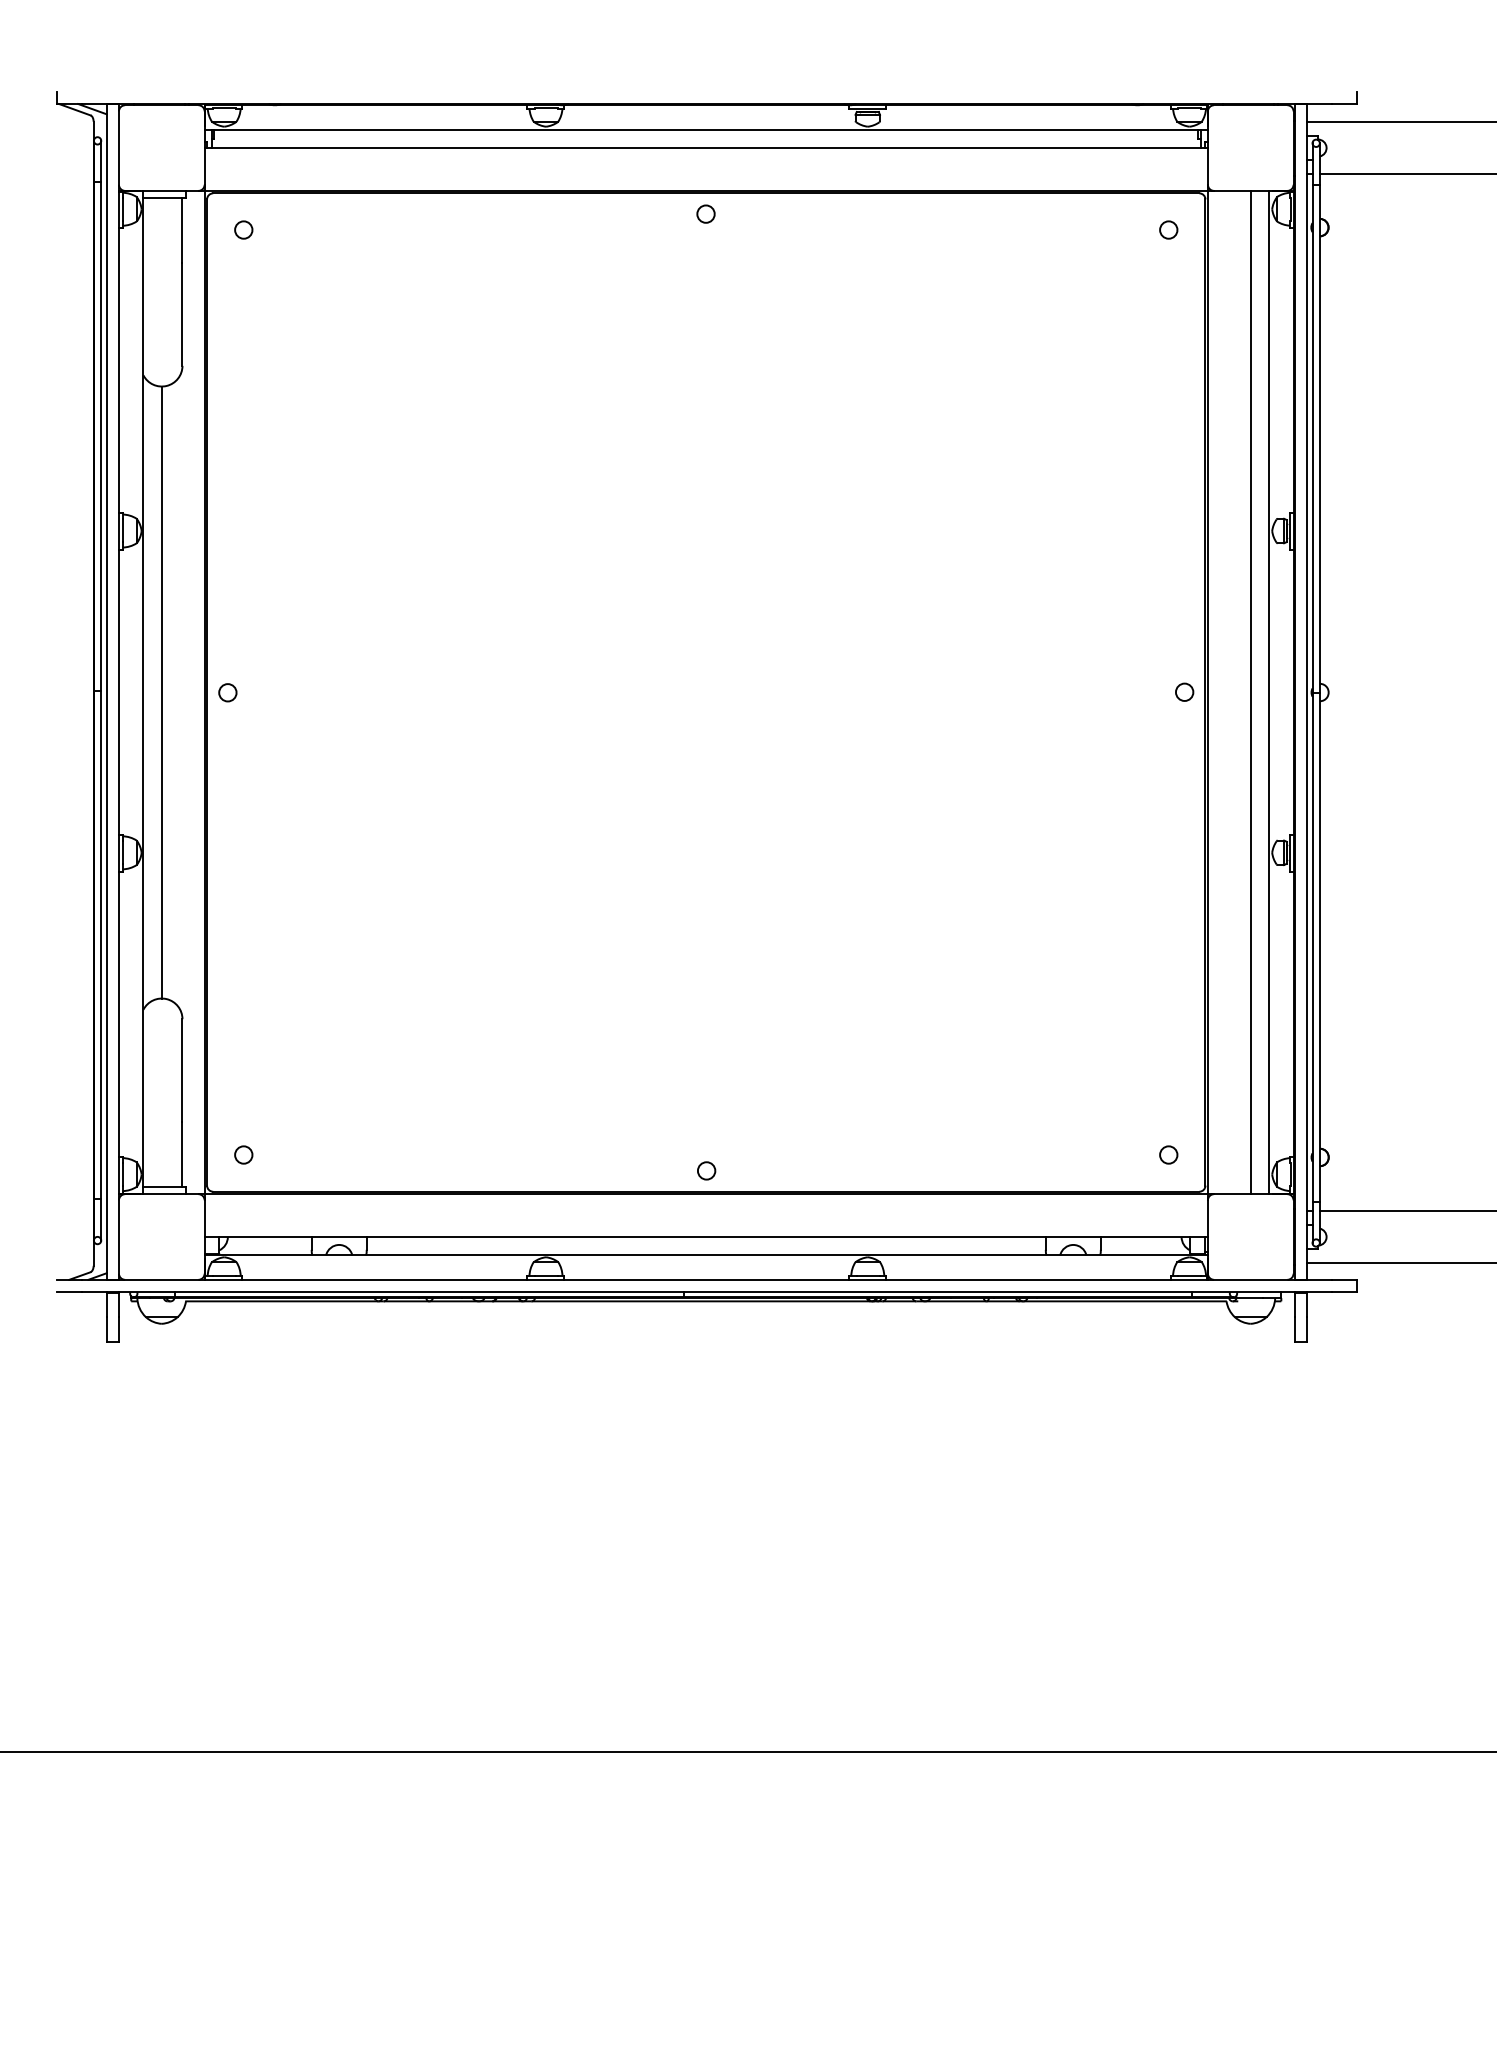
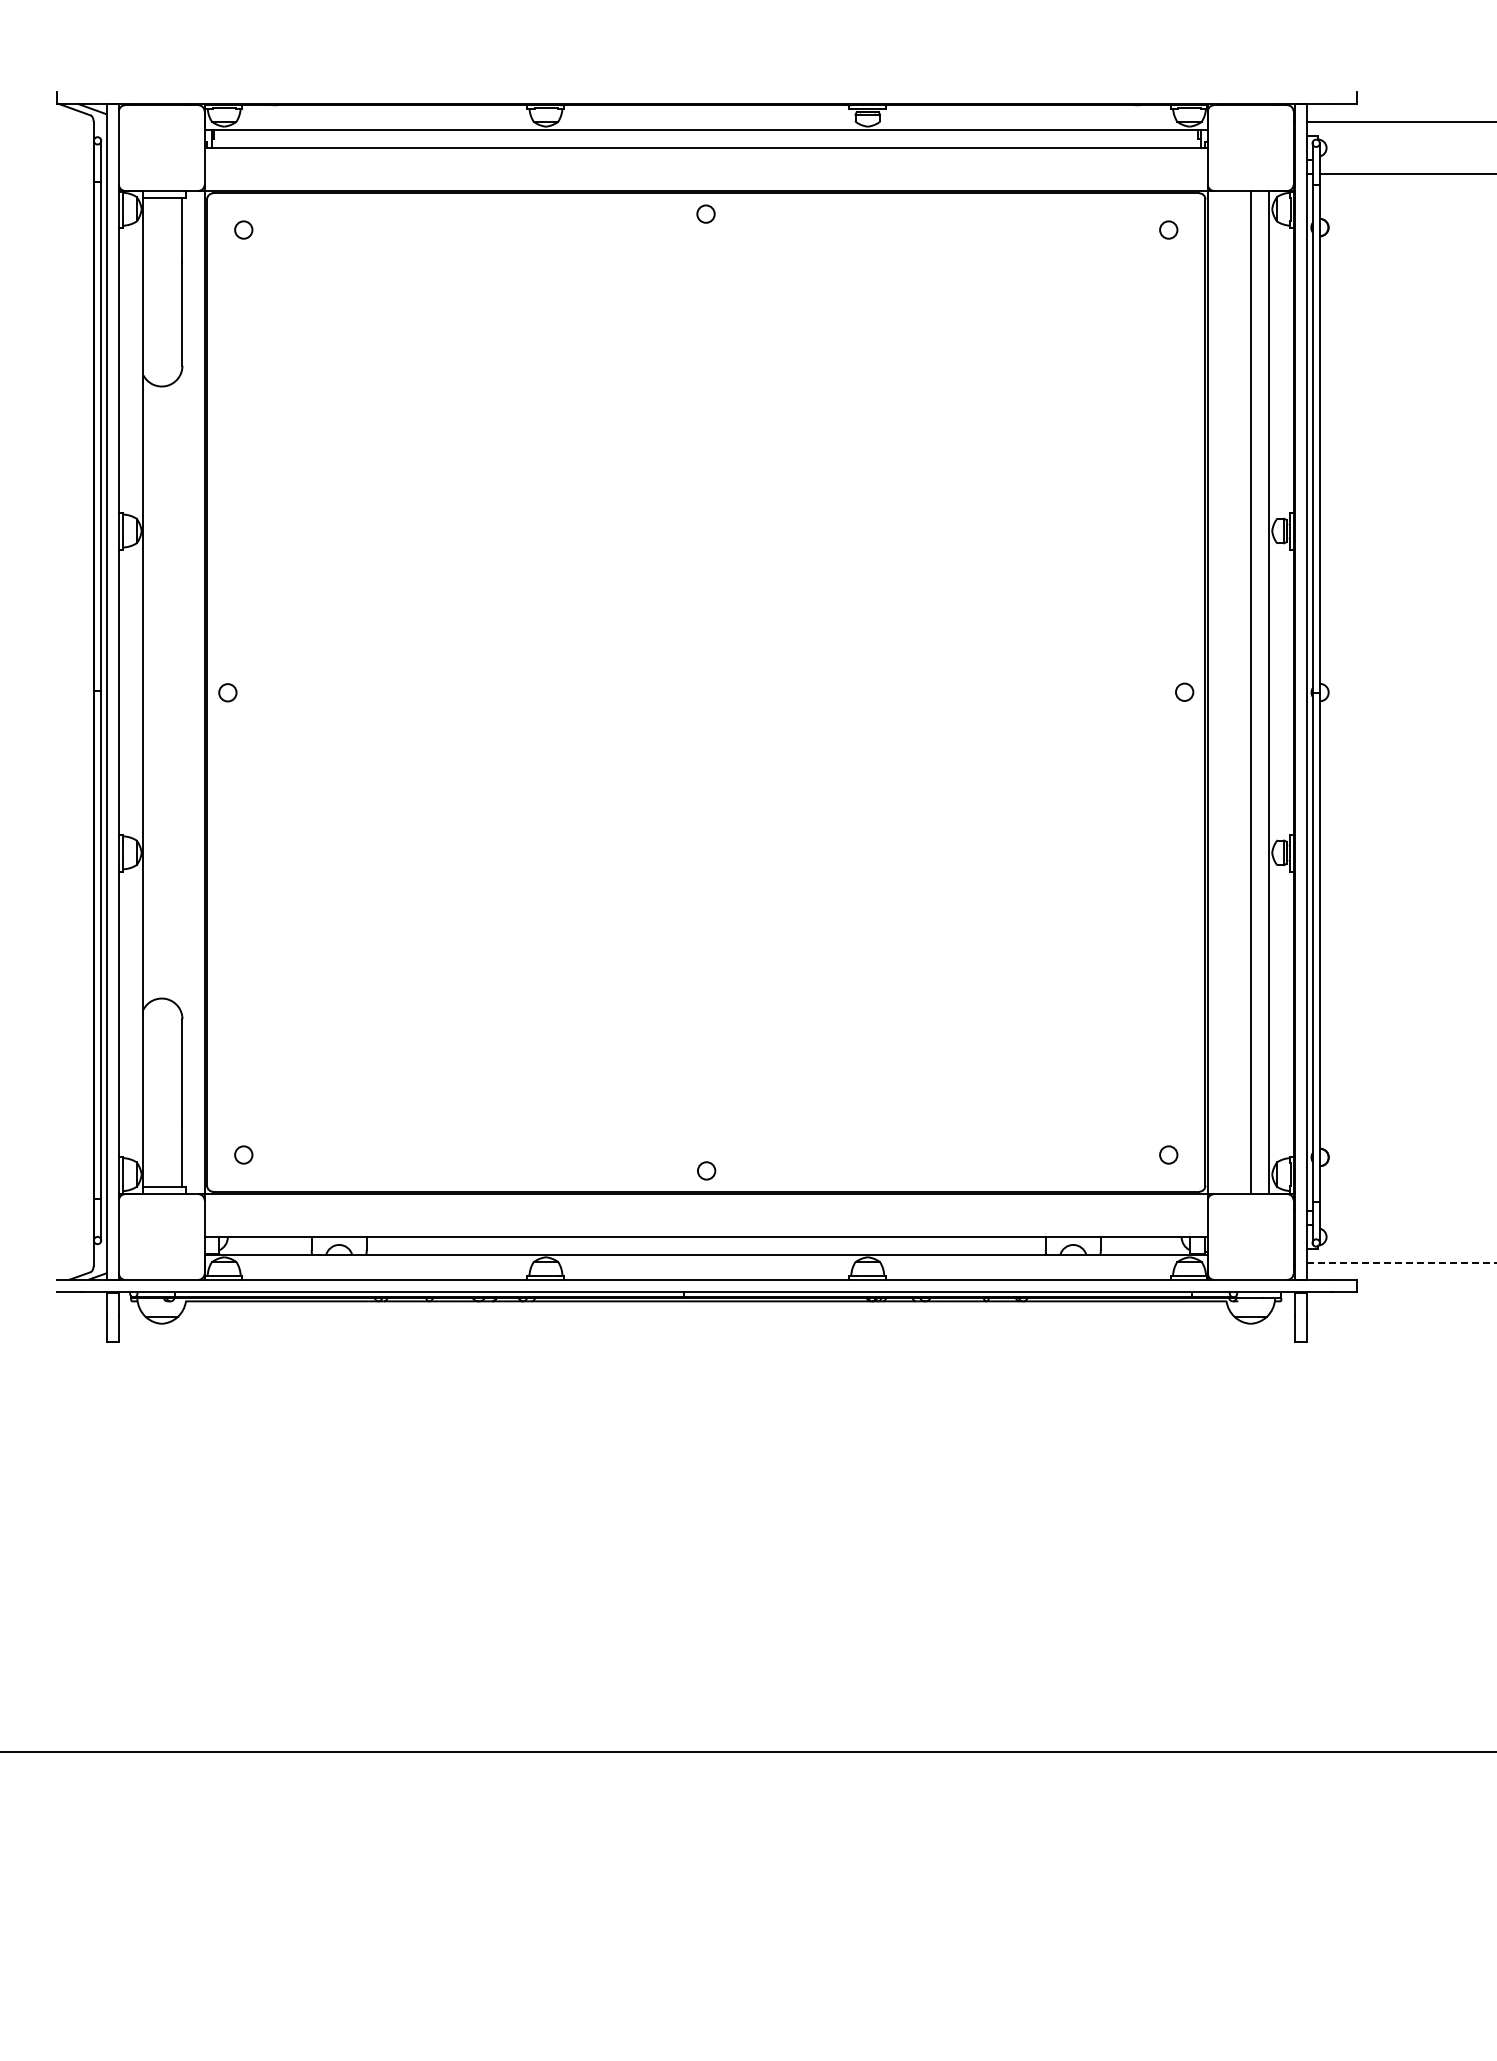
line at (161, 692): present -> none
line at (1406, 1211): present -> none
line at (1401, 1262): solid -> dashed
